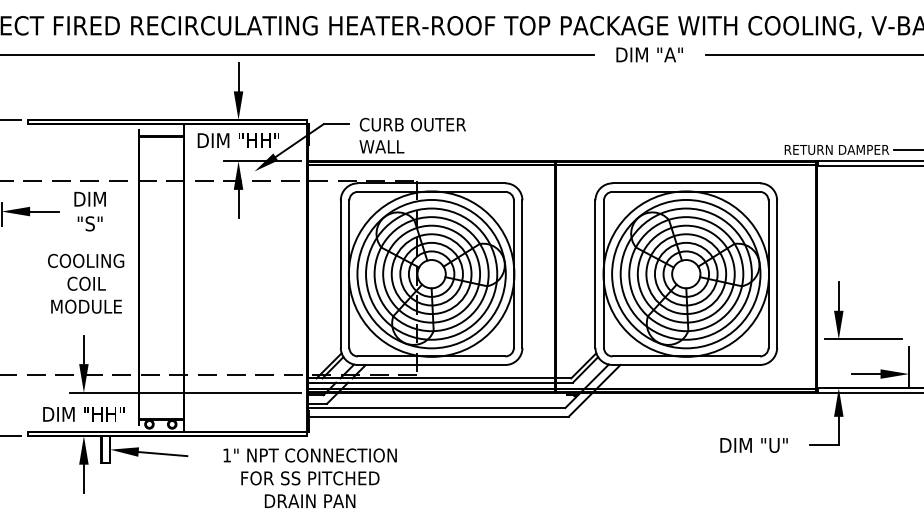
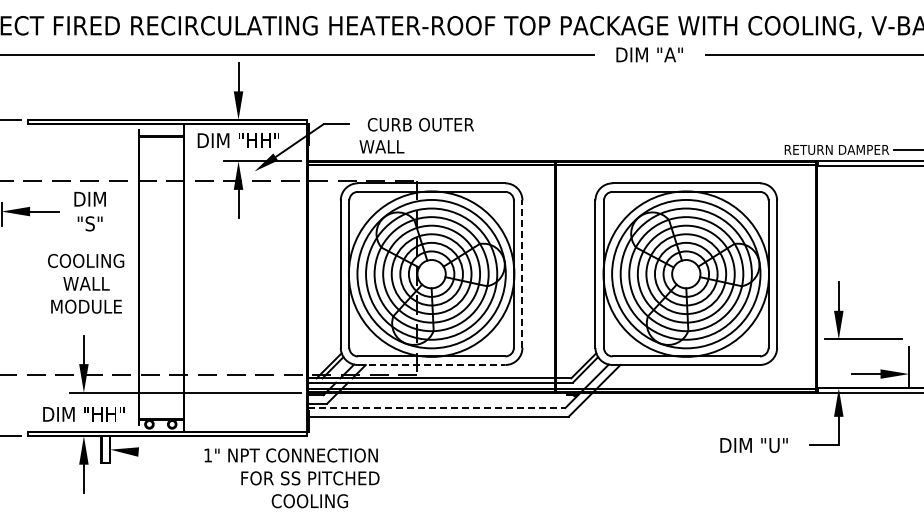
text at (412, 124) position: (412, 124) -> (420, 124)
line at (522, 274): solid -> dashed
text at (86, 283): COIL -> WALL
line at (431, 365): solid -> dashed
line at (436, 408): solid -> dashed
line at (162, 454): present -> none
text at (309, 455) position: (309, 455) -> (290, 455)
text at (309, 501): DRAIN PAN -> COOLING
